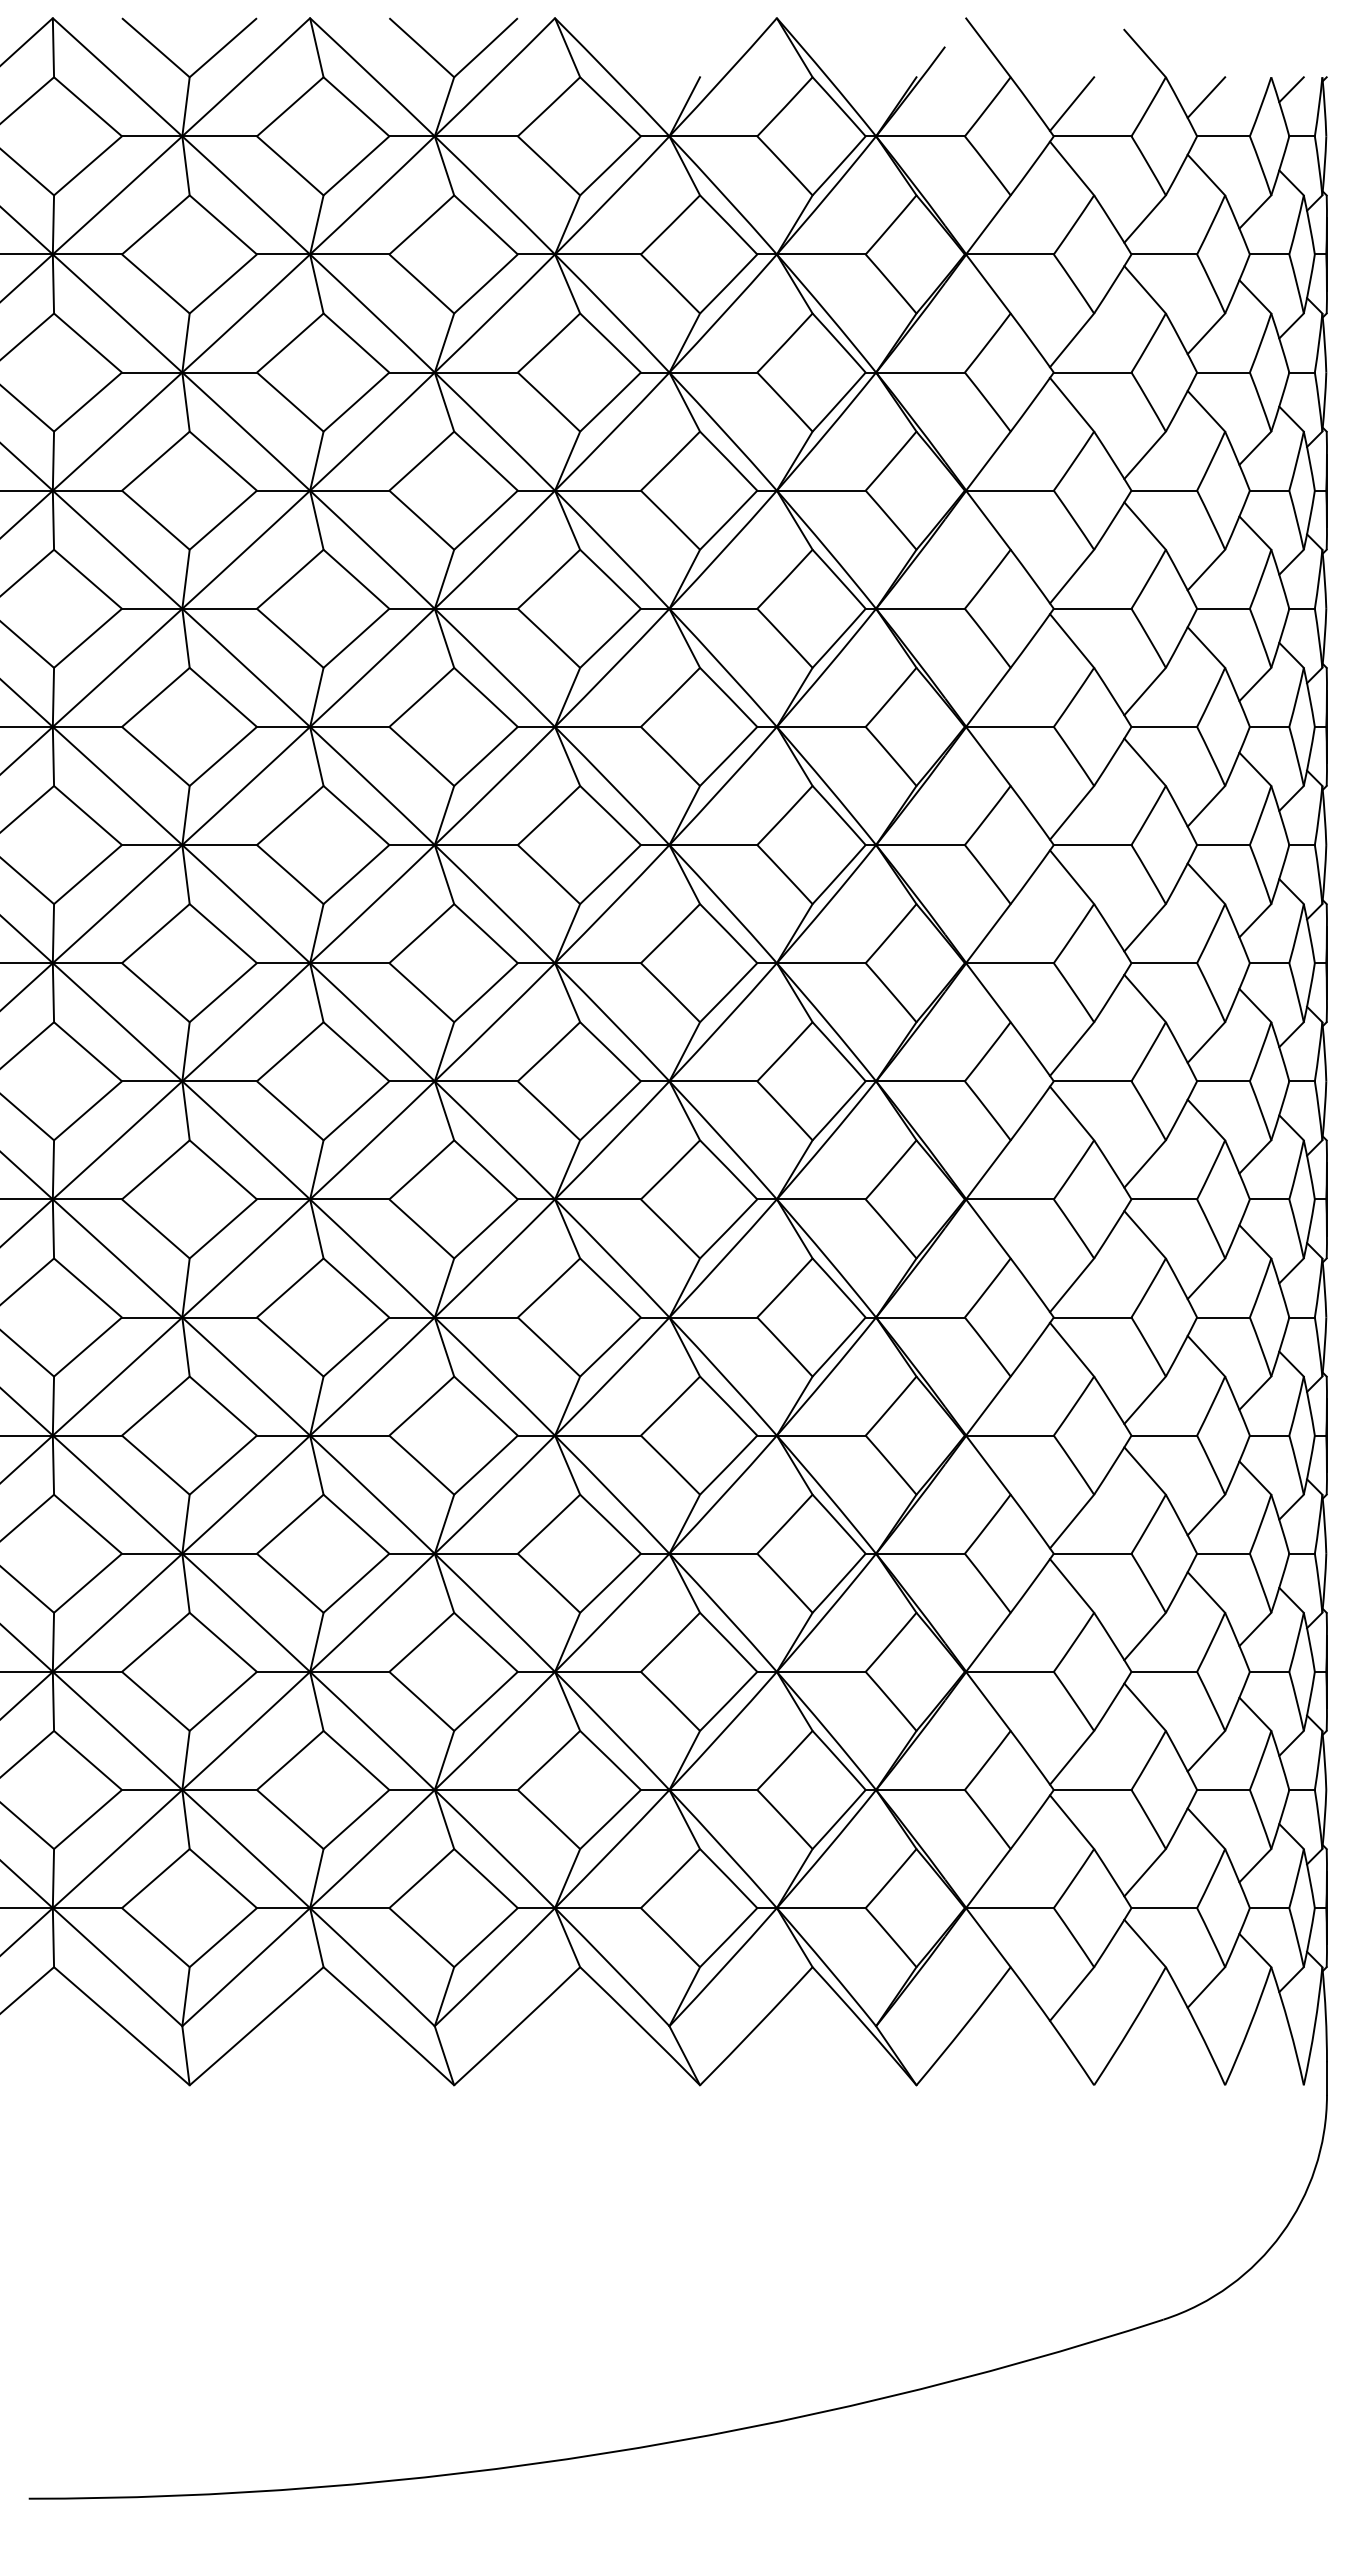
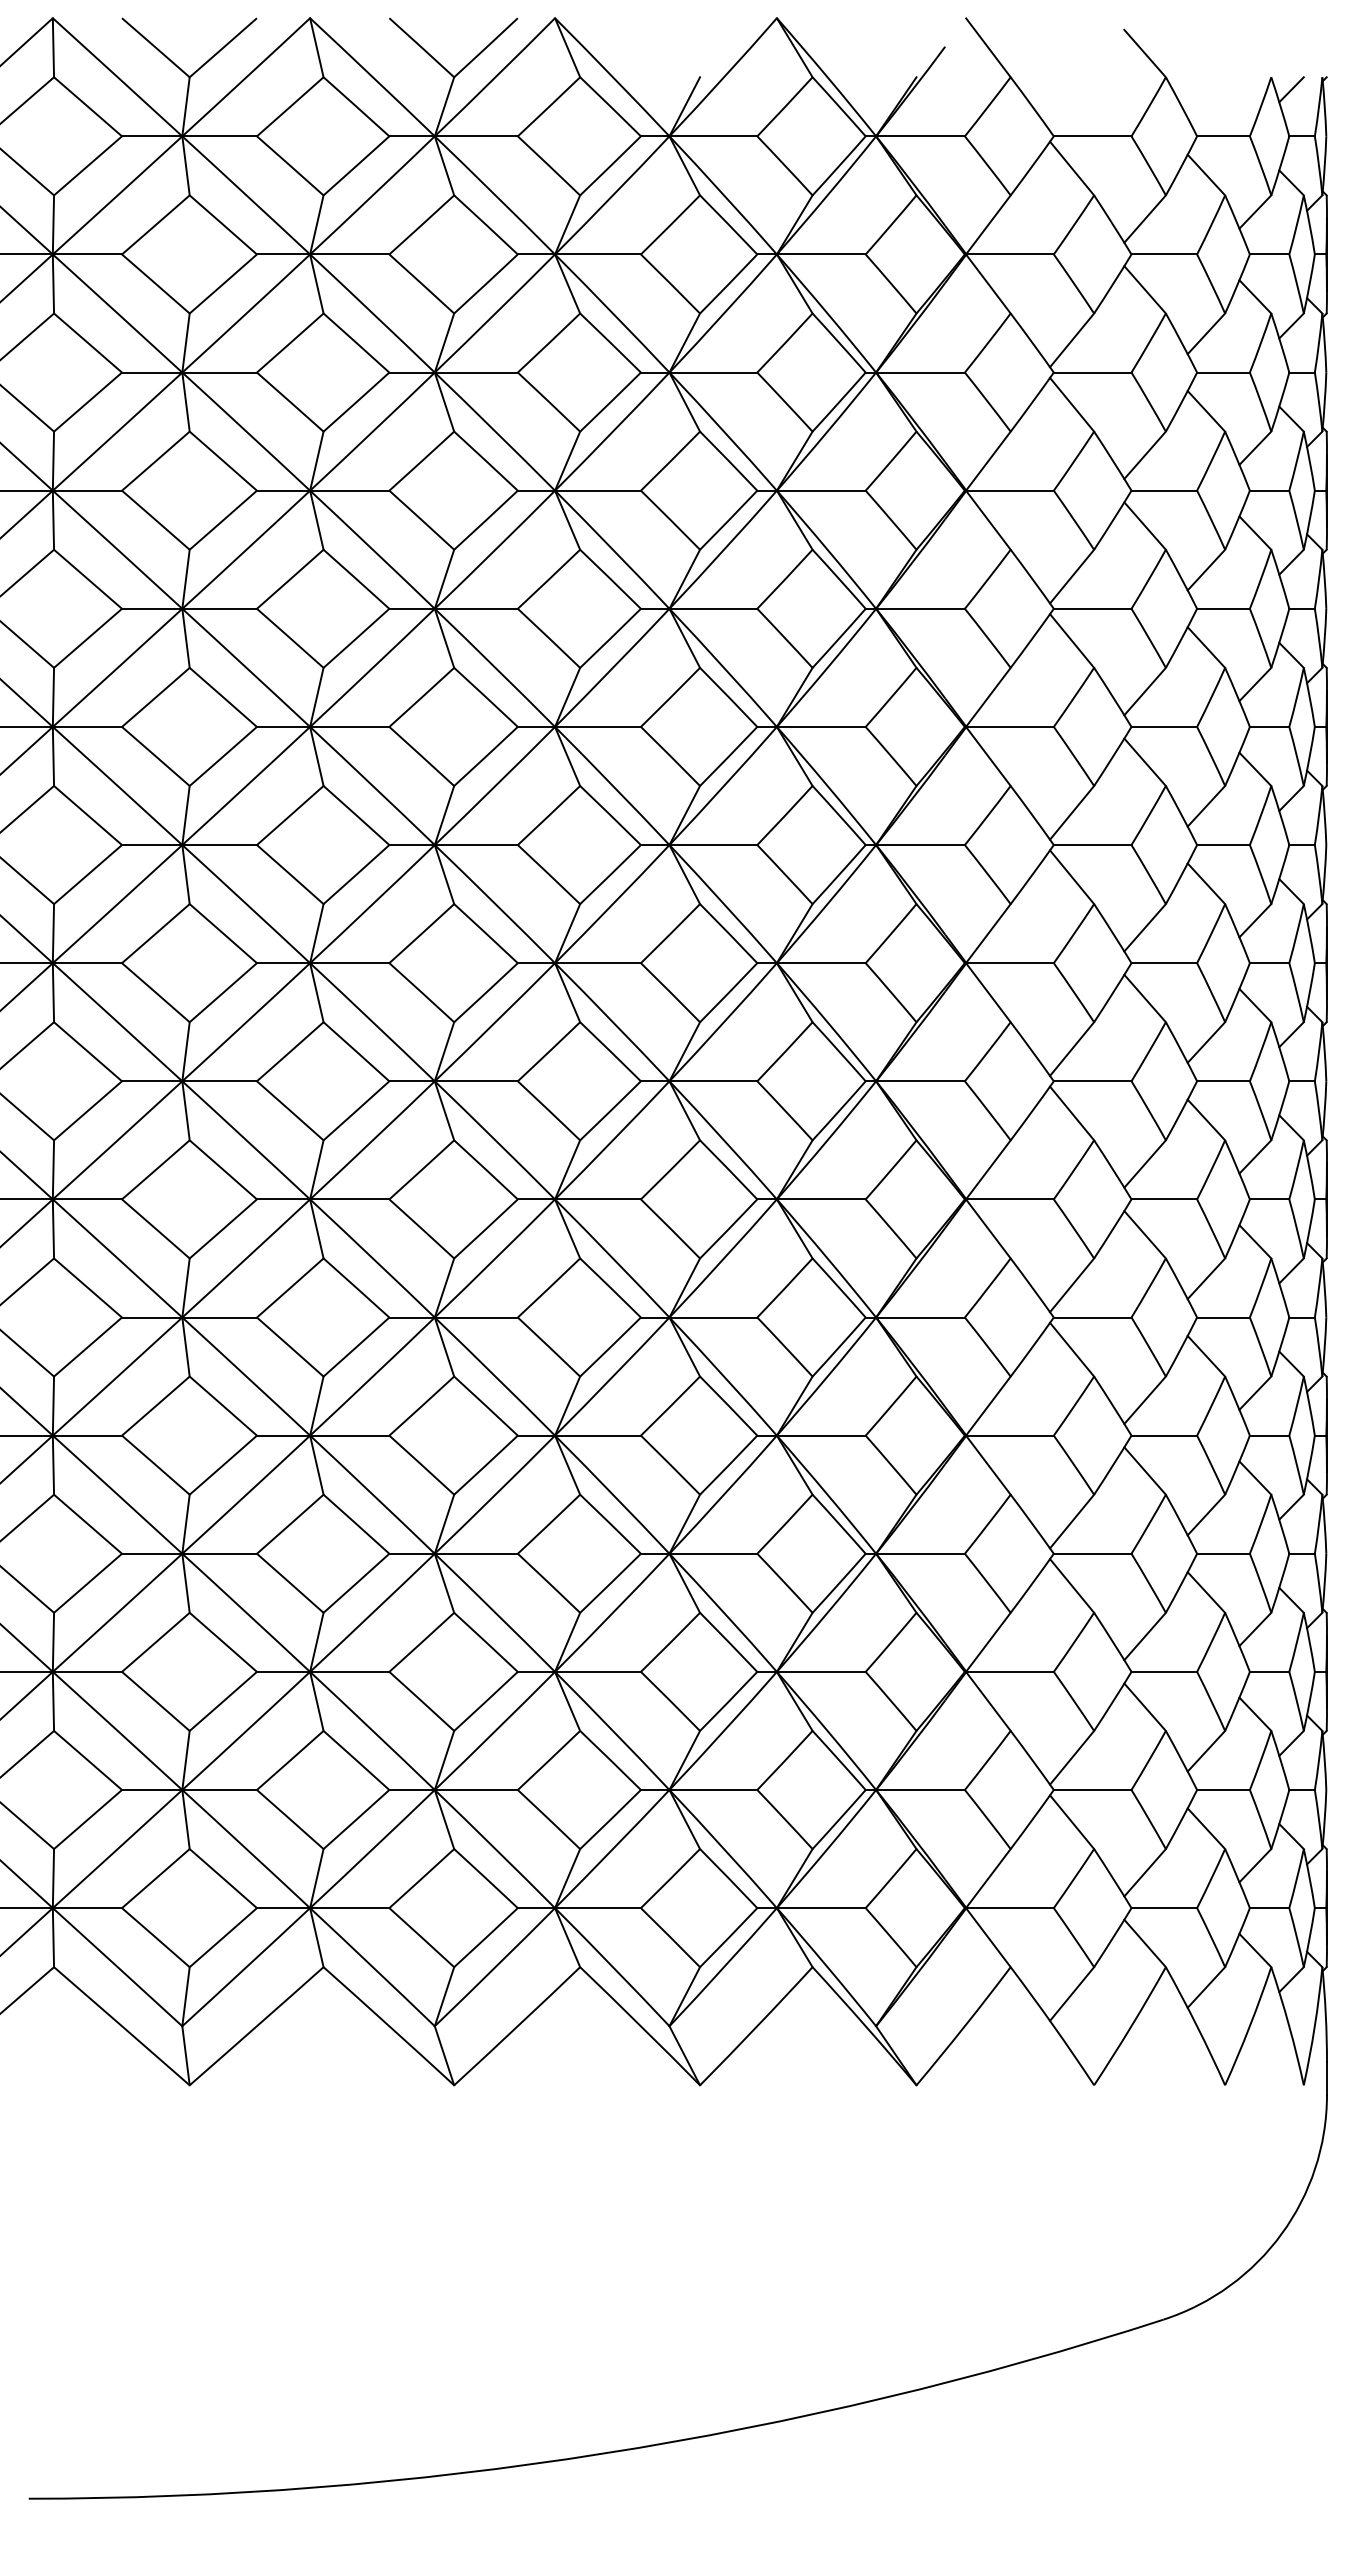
line at (1206, 97): present -> none
line at (1072, 103): present -> none
